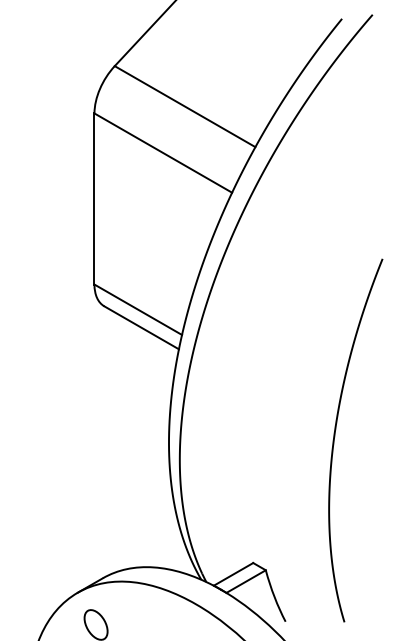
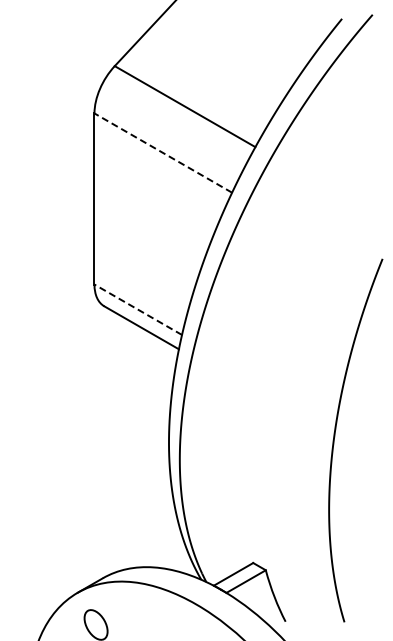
line at (162, 152): solid -> dashed
line at (138, 309): solid -> dashed
